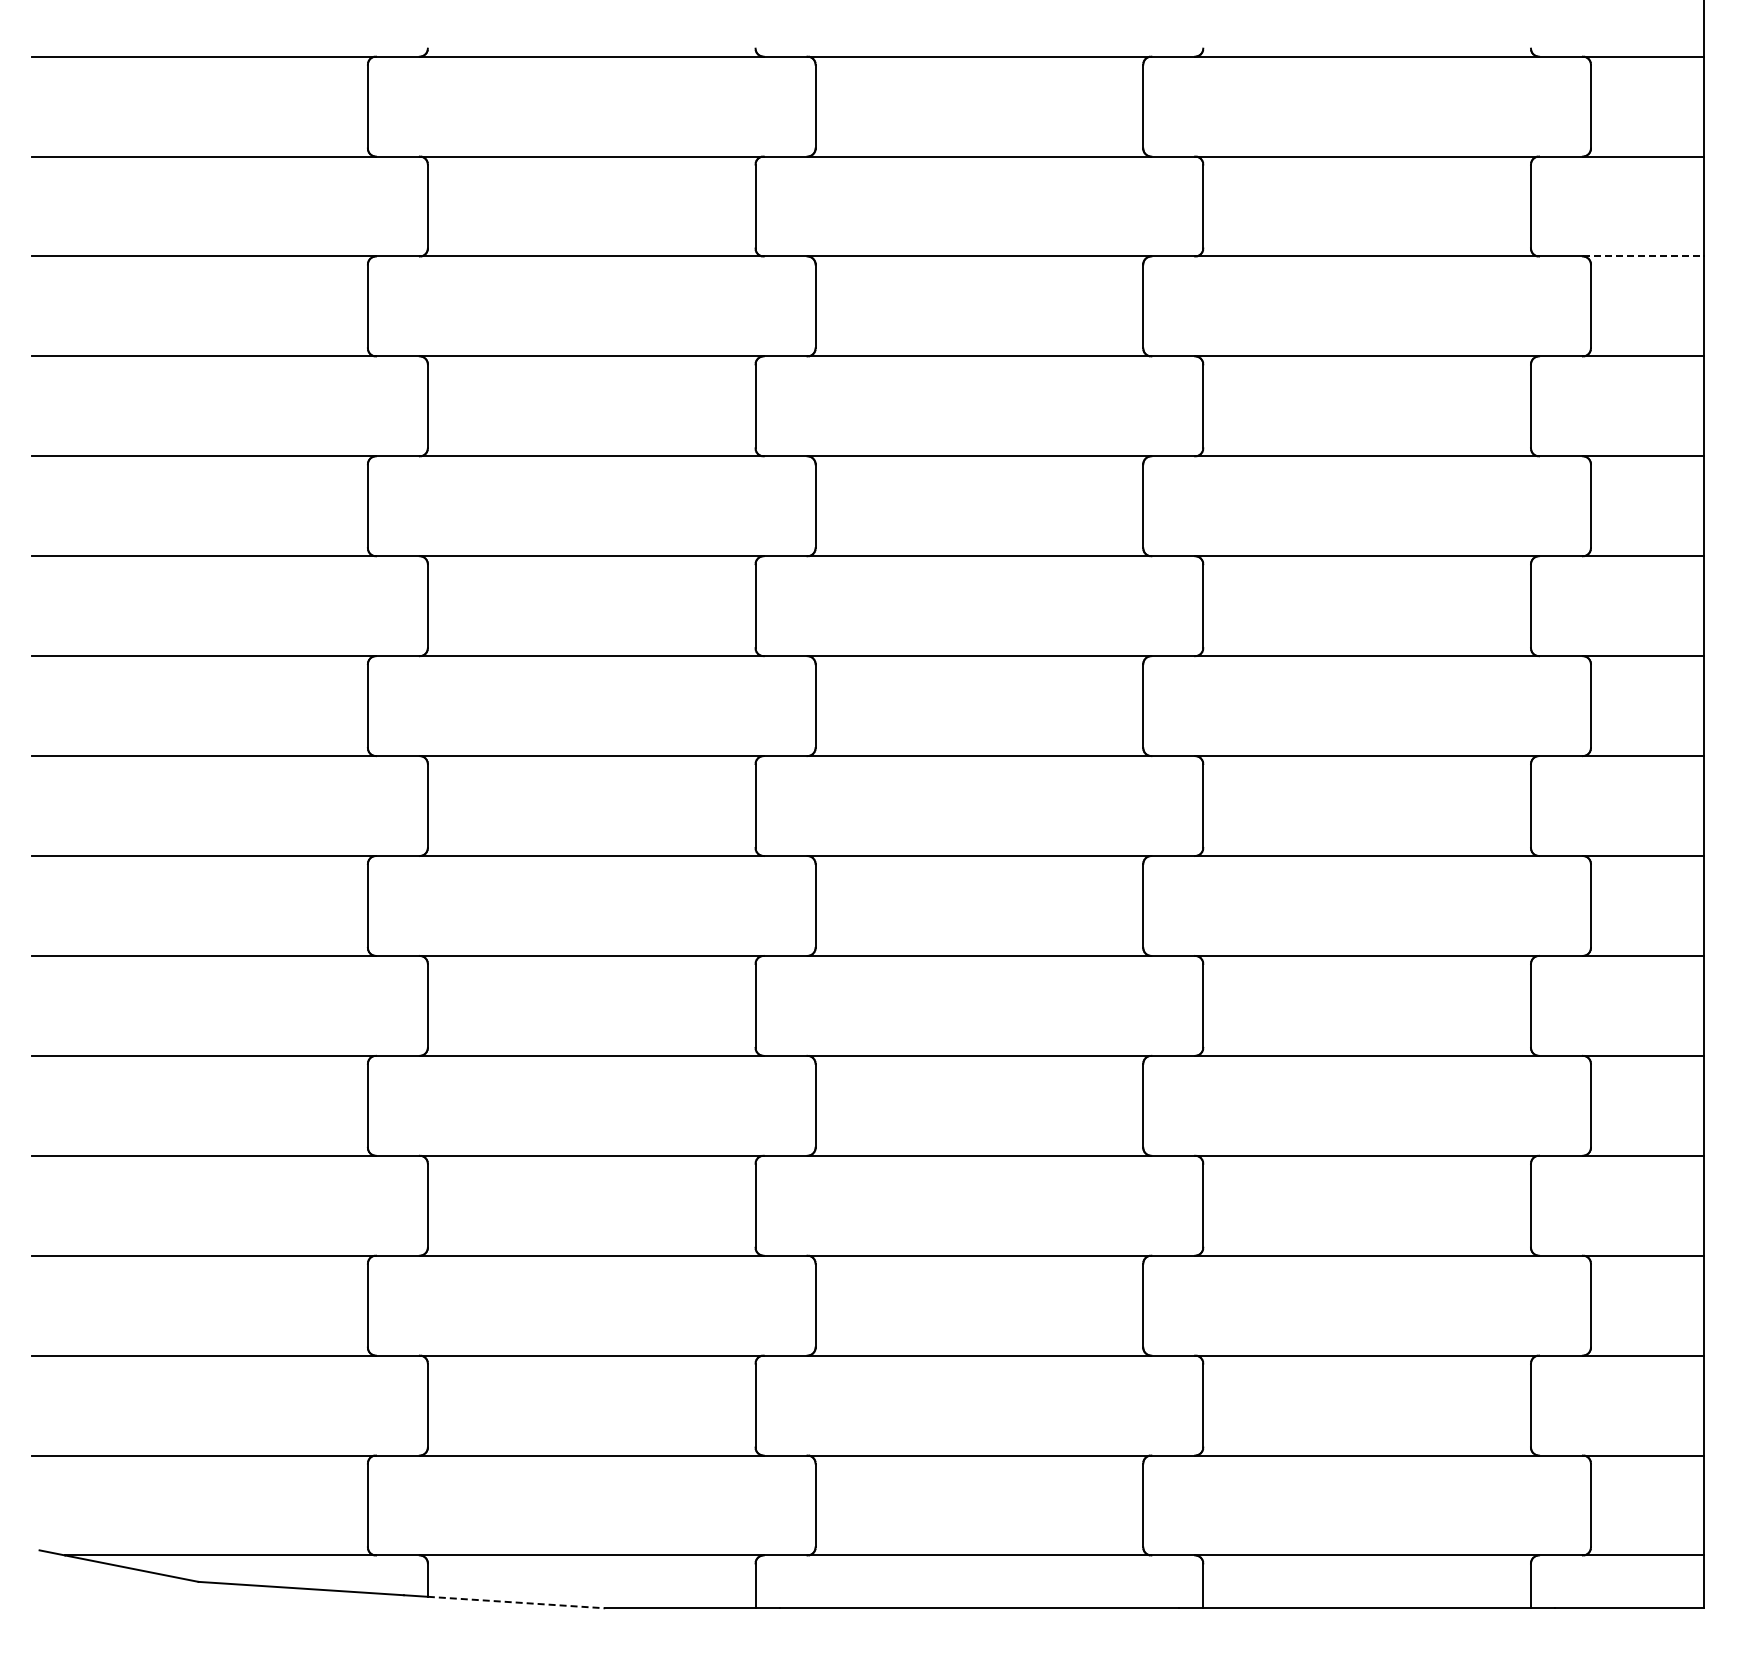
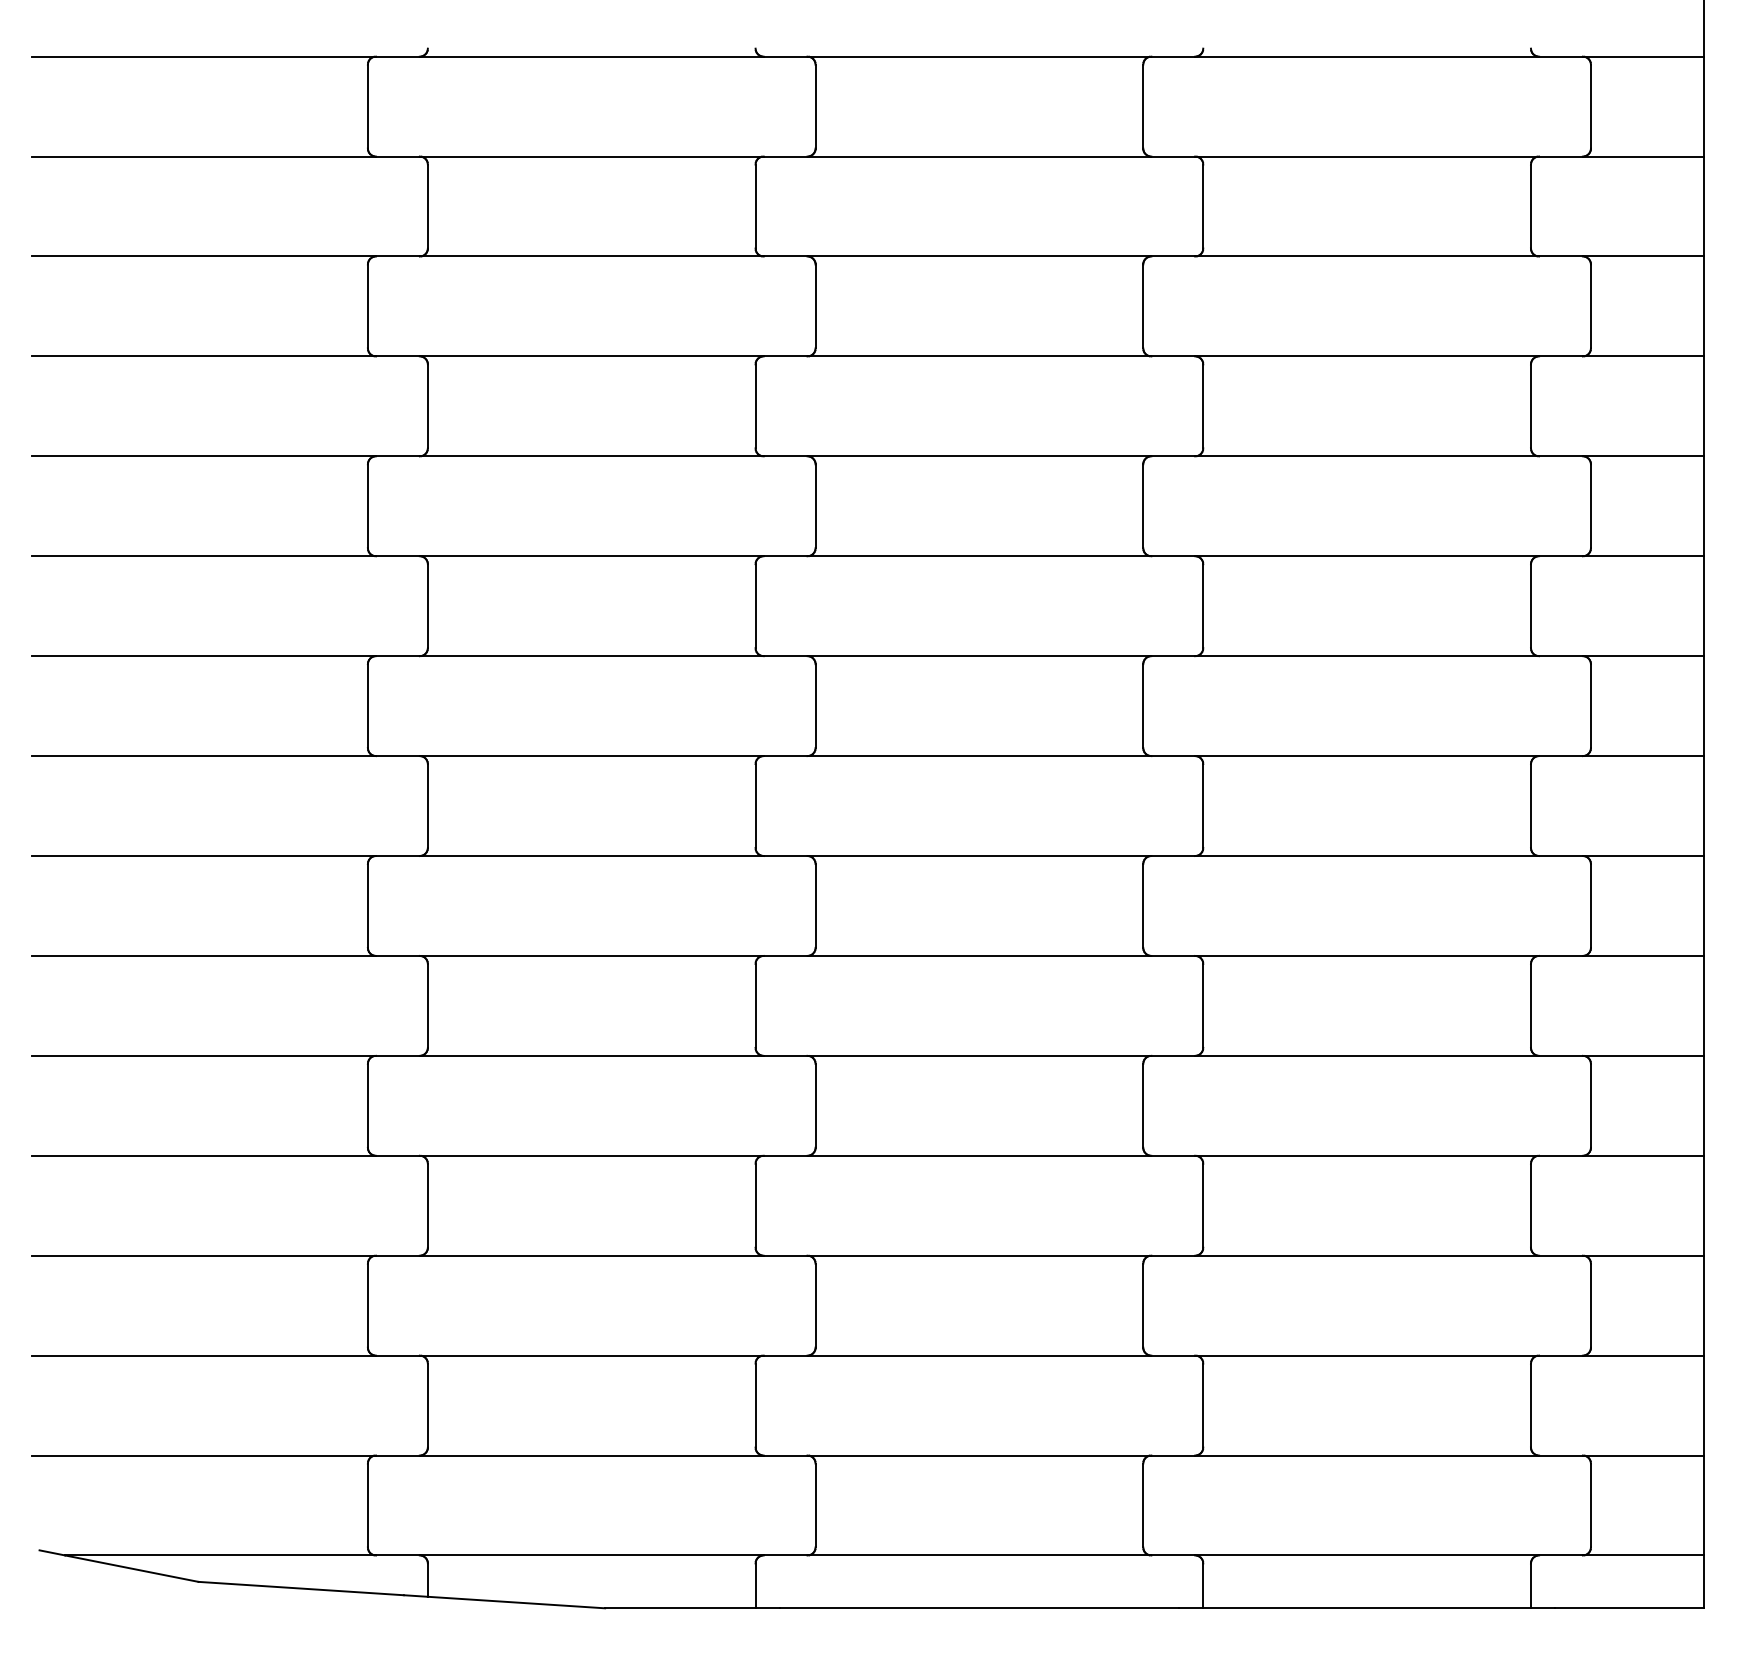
line at (1643, 256): dashed -> solid
line at (516, 1602): dashed -> solid
